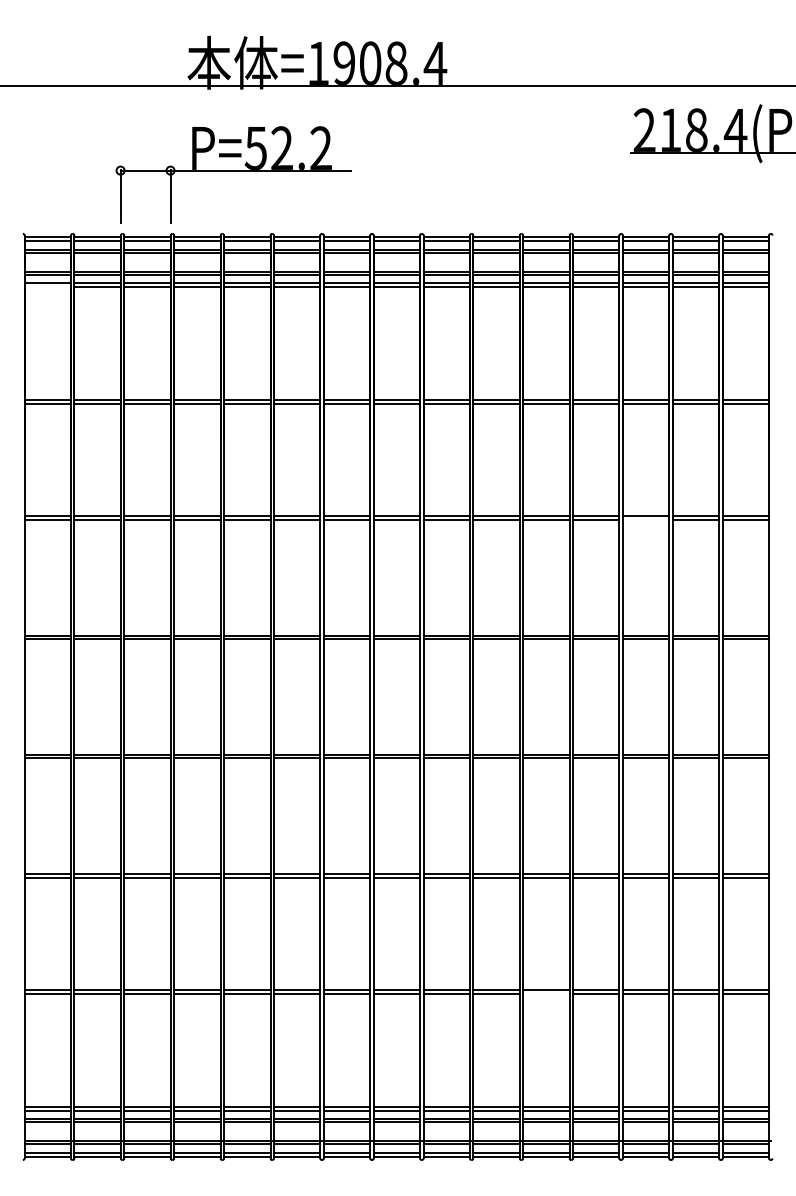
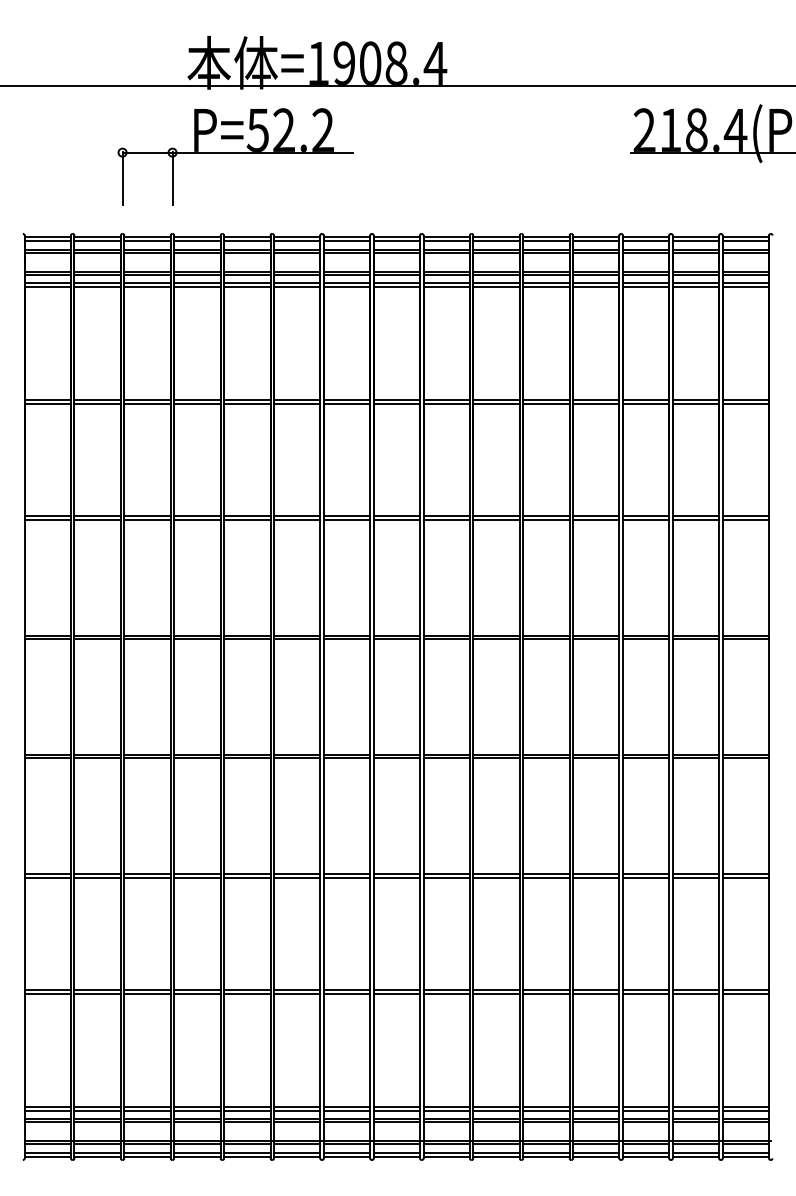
part at (233, 174) position: (233, 174) -> (235, 156)
line at (47, 286): none -> present
line at (645, 519): none -> present
line at (546, 993): none -> present
